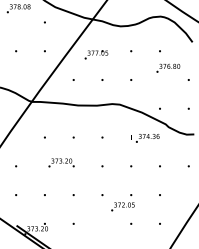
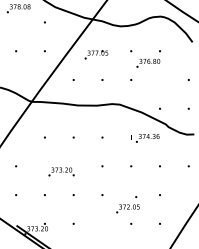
text at (168, 67) position: (168, 67) -> (148, 62)
text at (61, 162) position: (61, 162) -> (61, 171)
text at (122, 202) position: (122, 202) -> (127, 204)
